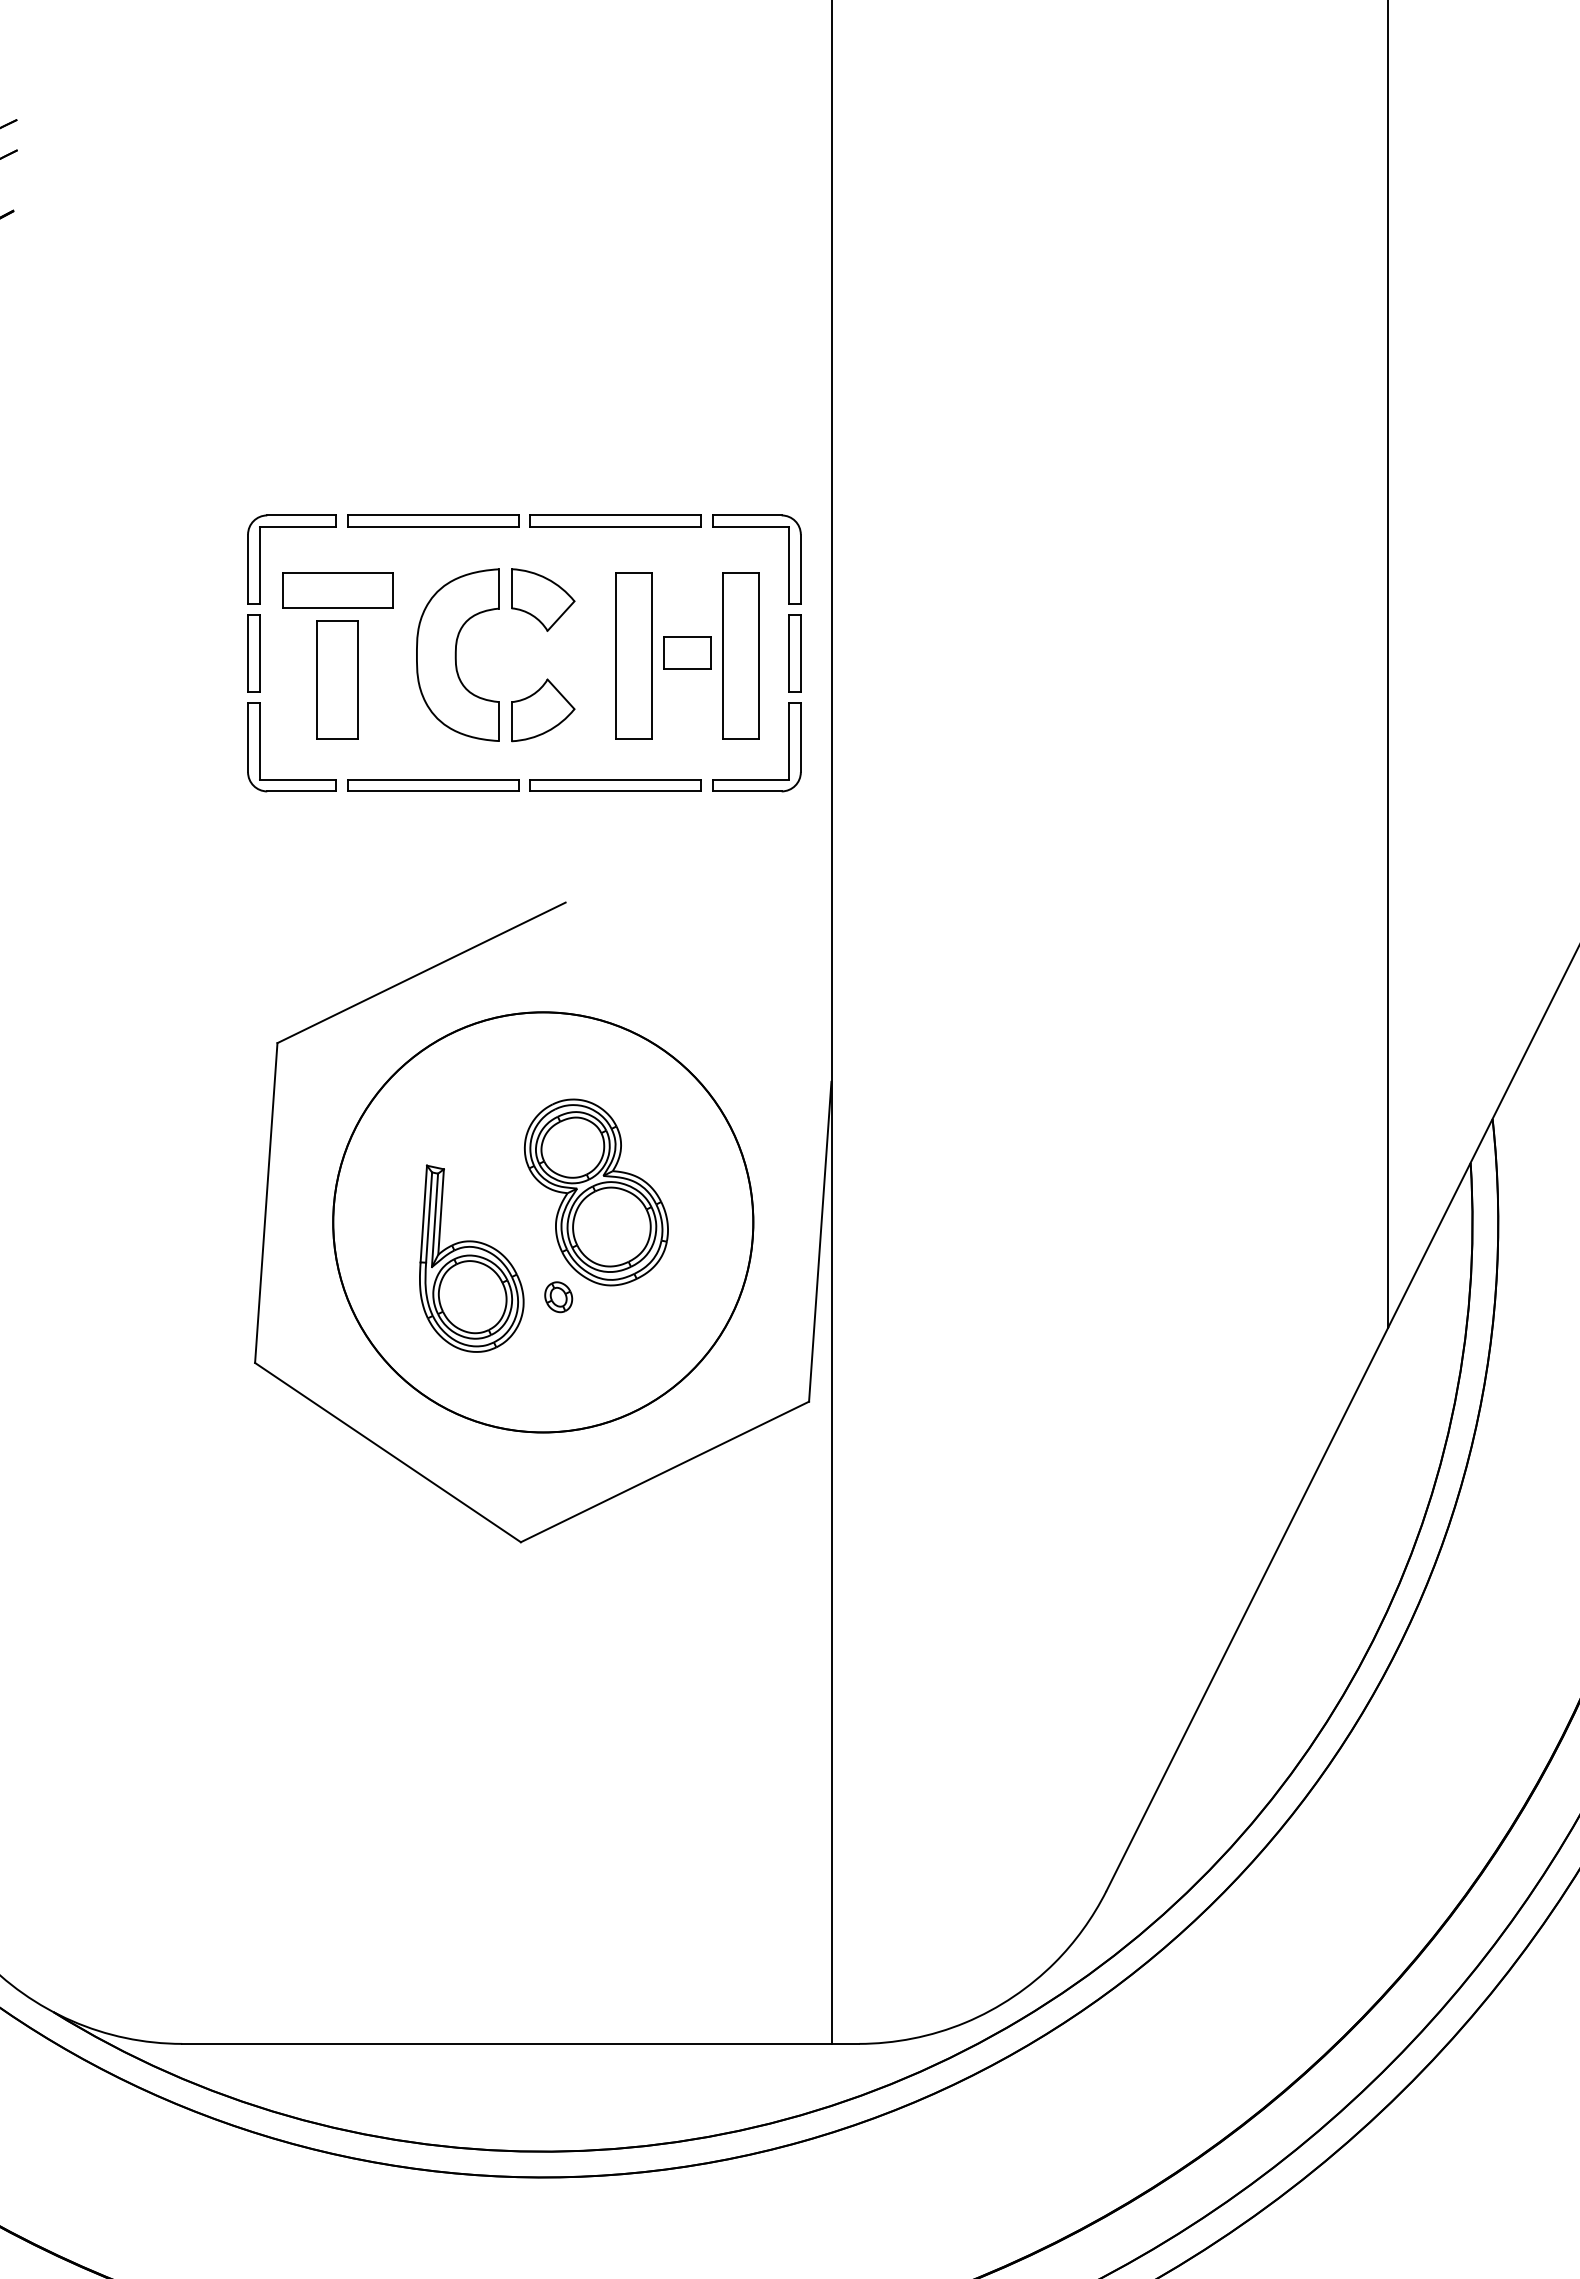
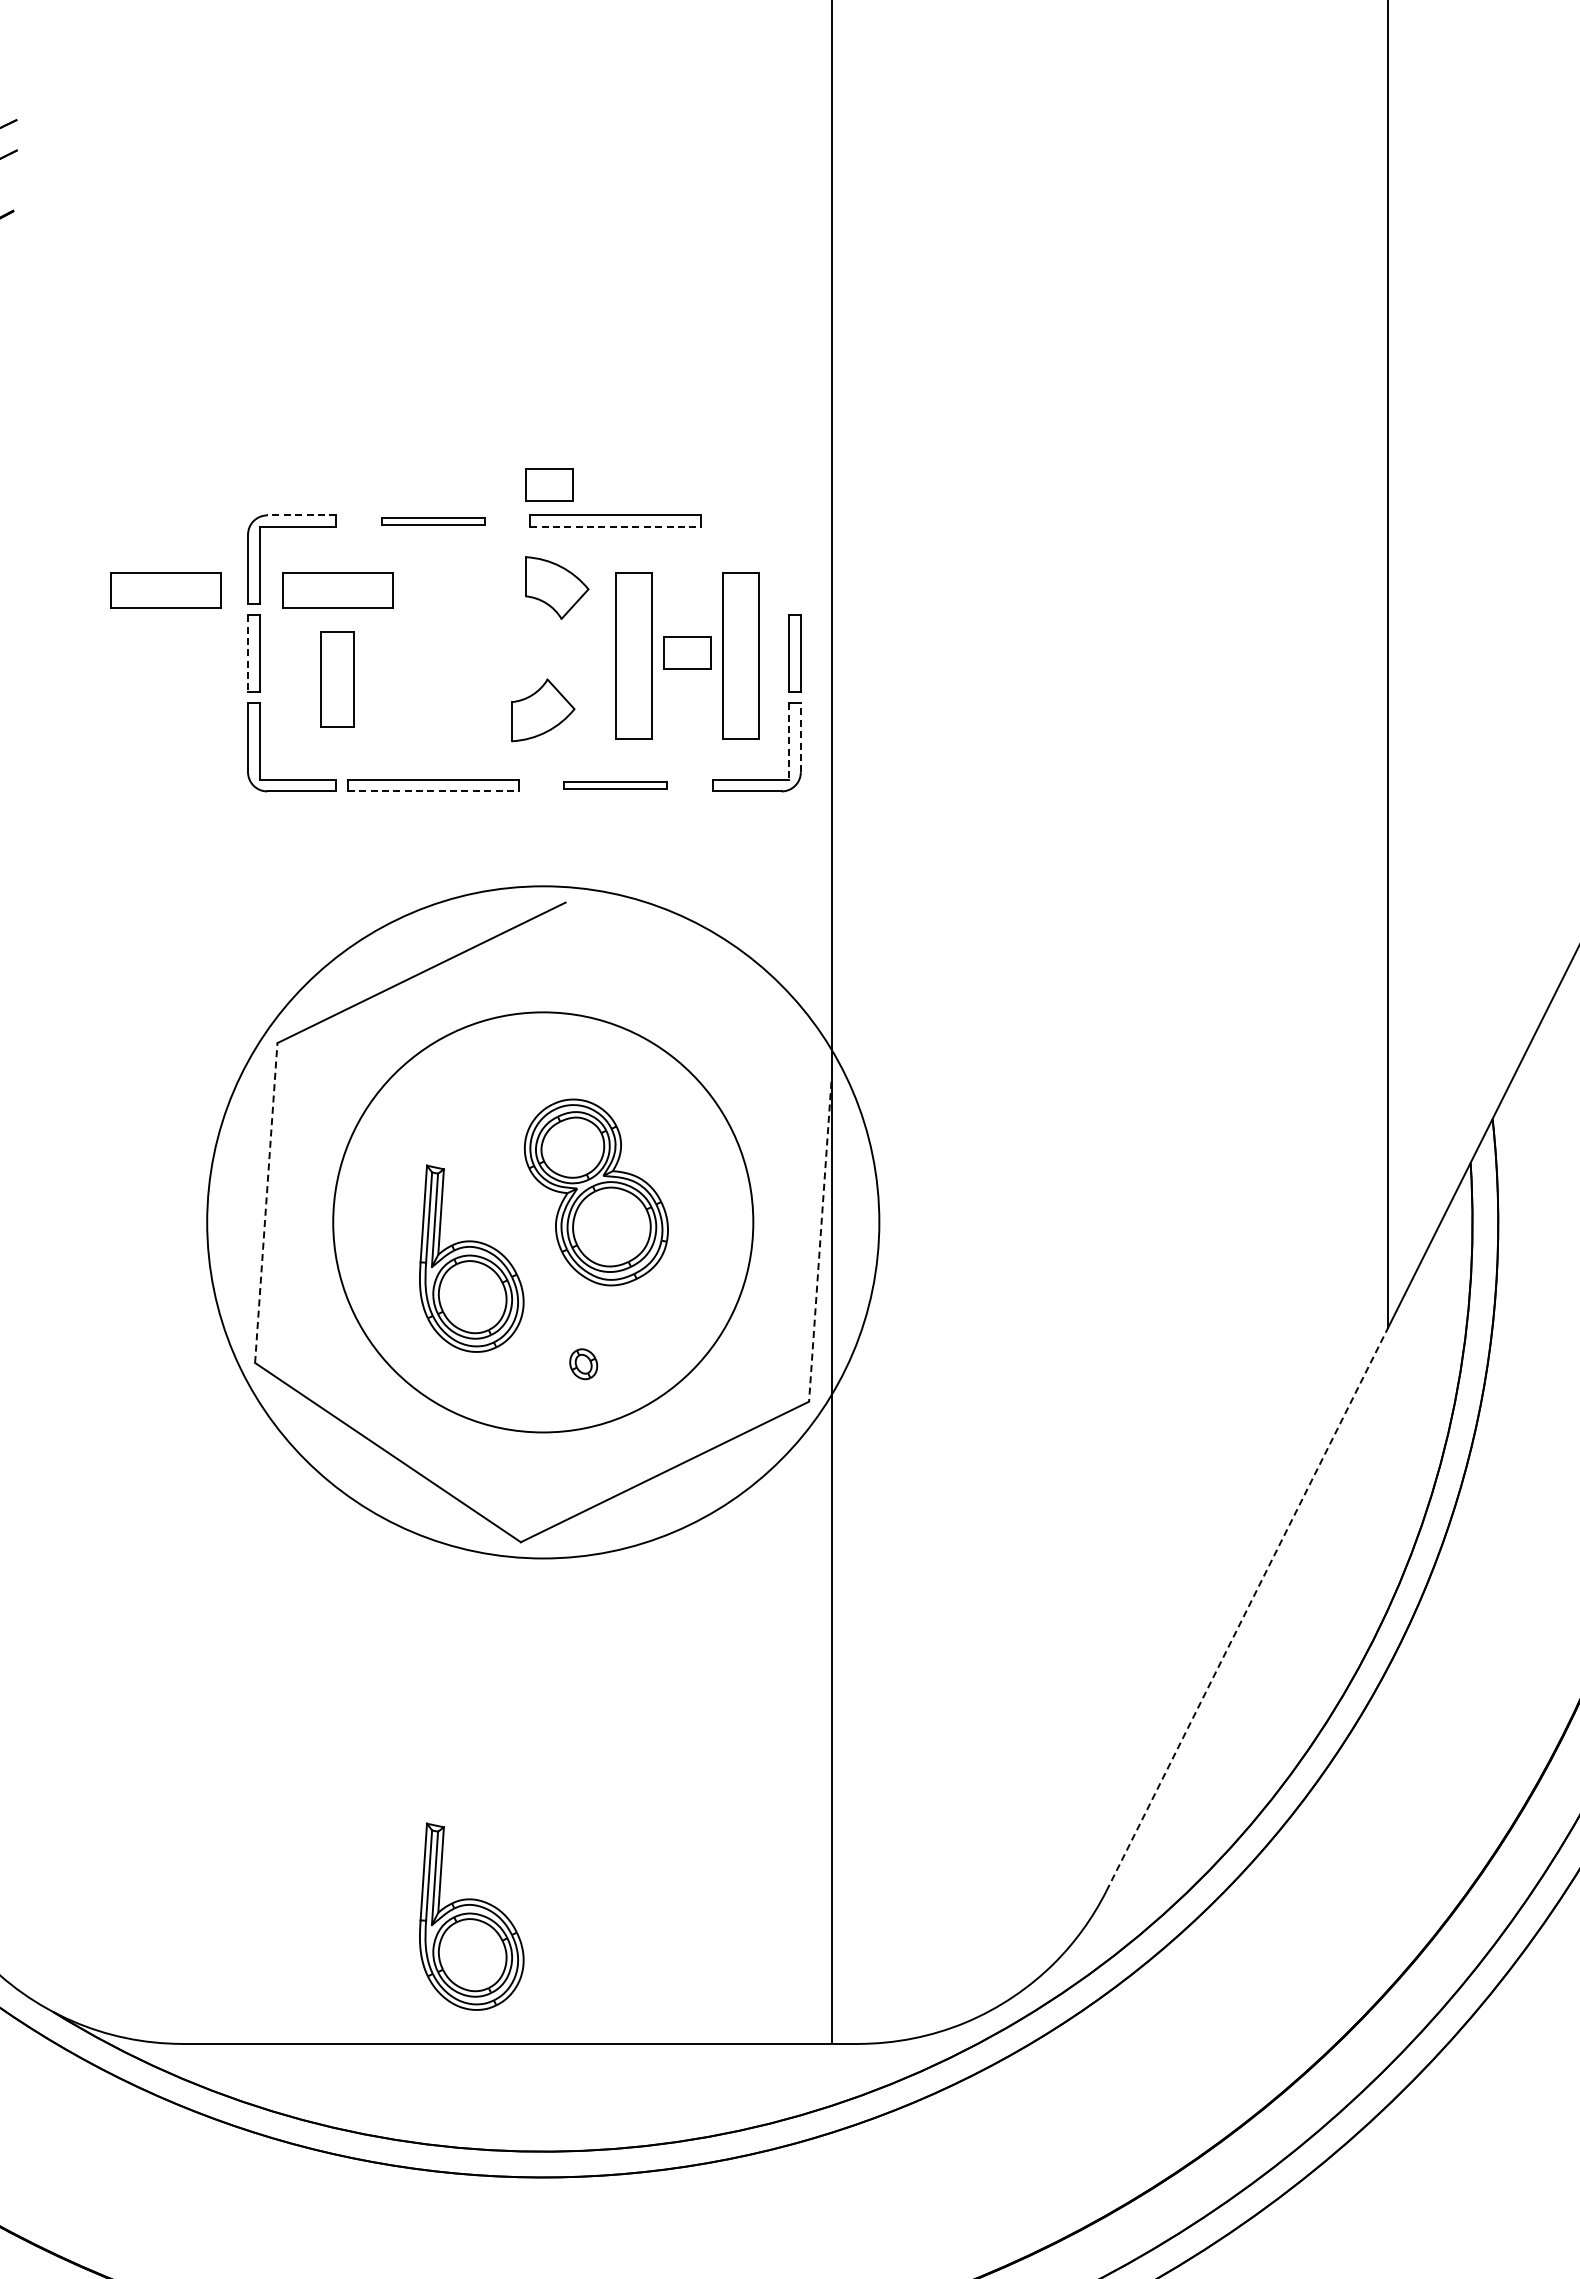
part at (549, 484): none -> present
line at (301, 515): solid -> dashed
part at (433, 520) size: 173x14 px -> 105x9 px
line at (616, 527): solid -> dashed
part at (756, 527): present -> none
part at (165, 590): none -> present
part at (543, 599) position: (543, 599) -> (557, 587)
line at (248, 653): solid -> dashed
part at (457, 654): present -> none
part at (337, 679) size: 43x120 px -> 35x97 px
line at (800, 737): solid -> dashed
line at (789, 741): solid -> dashed
part at (615, 785) size: 173x13 px -> 105x9 px
line at (433, 791): solid -> dashed
line at (266, 1202): solid -> dashed
circle at (543, 1222) diameter: 420 px -> 672 px
line at (820, 1242): solid -> dashed
part at (558, 1297) position: (558, 1297) -> (583, 1364)
line at (1247, 1609): solid -> dashed
part at (471, 1916): none -> present
